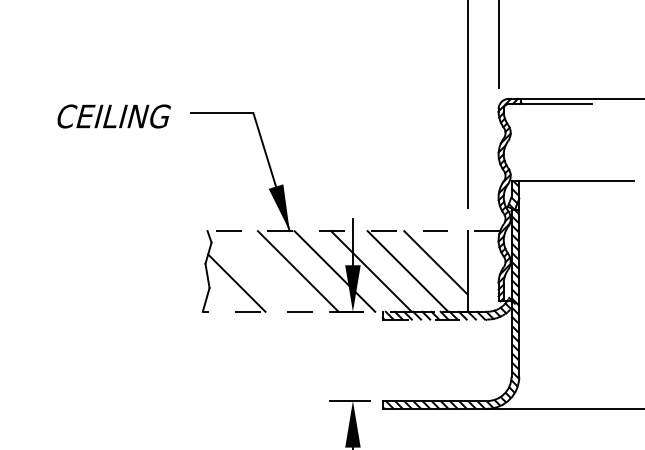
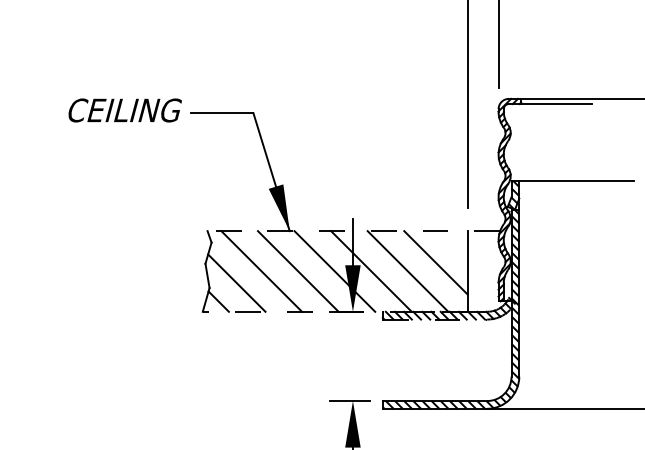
text at (113, 116) position: (113, 116) -> (124, 110)
line at (261, 271): none -> present
line at (218, 301): none -> present
